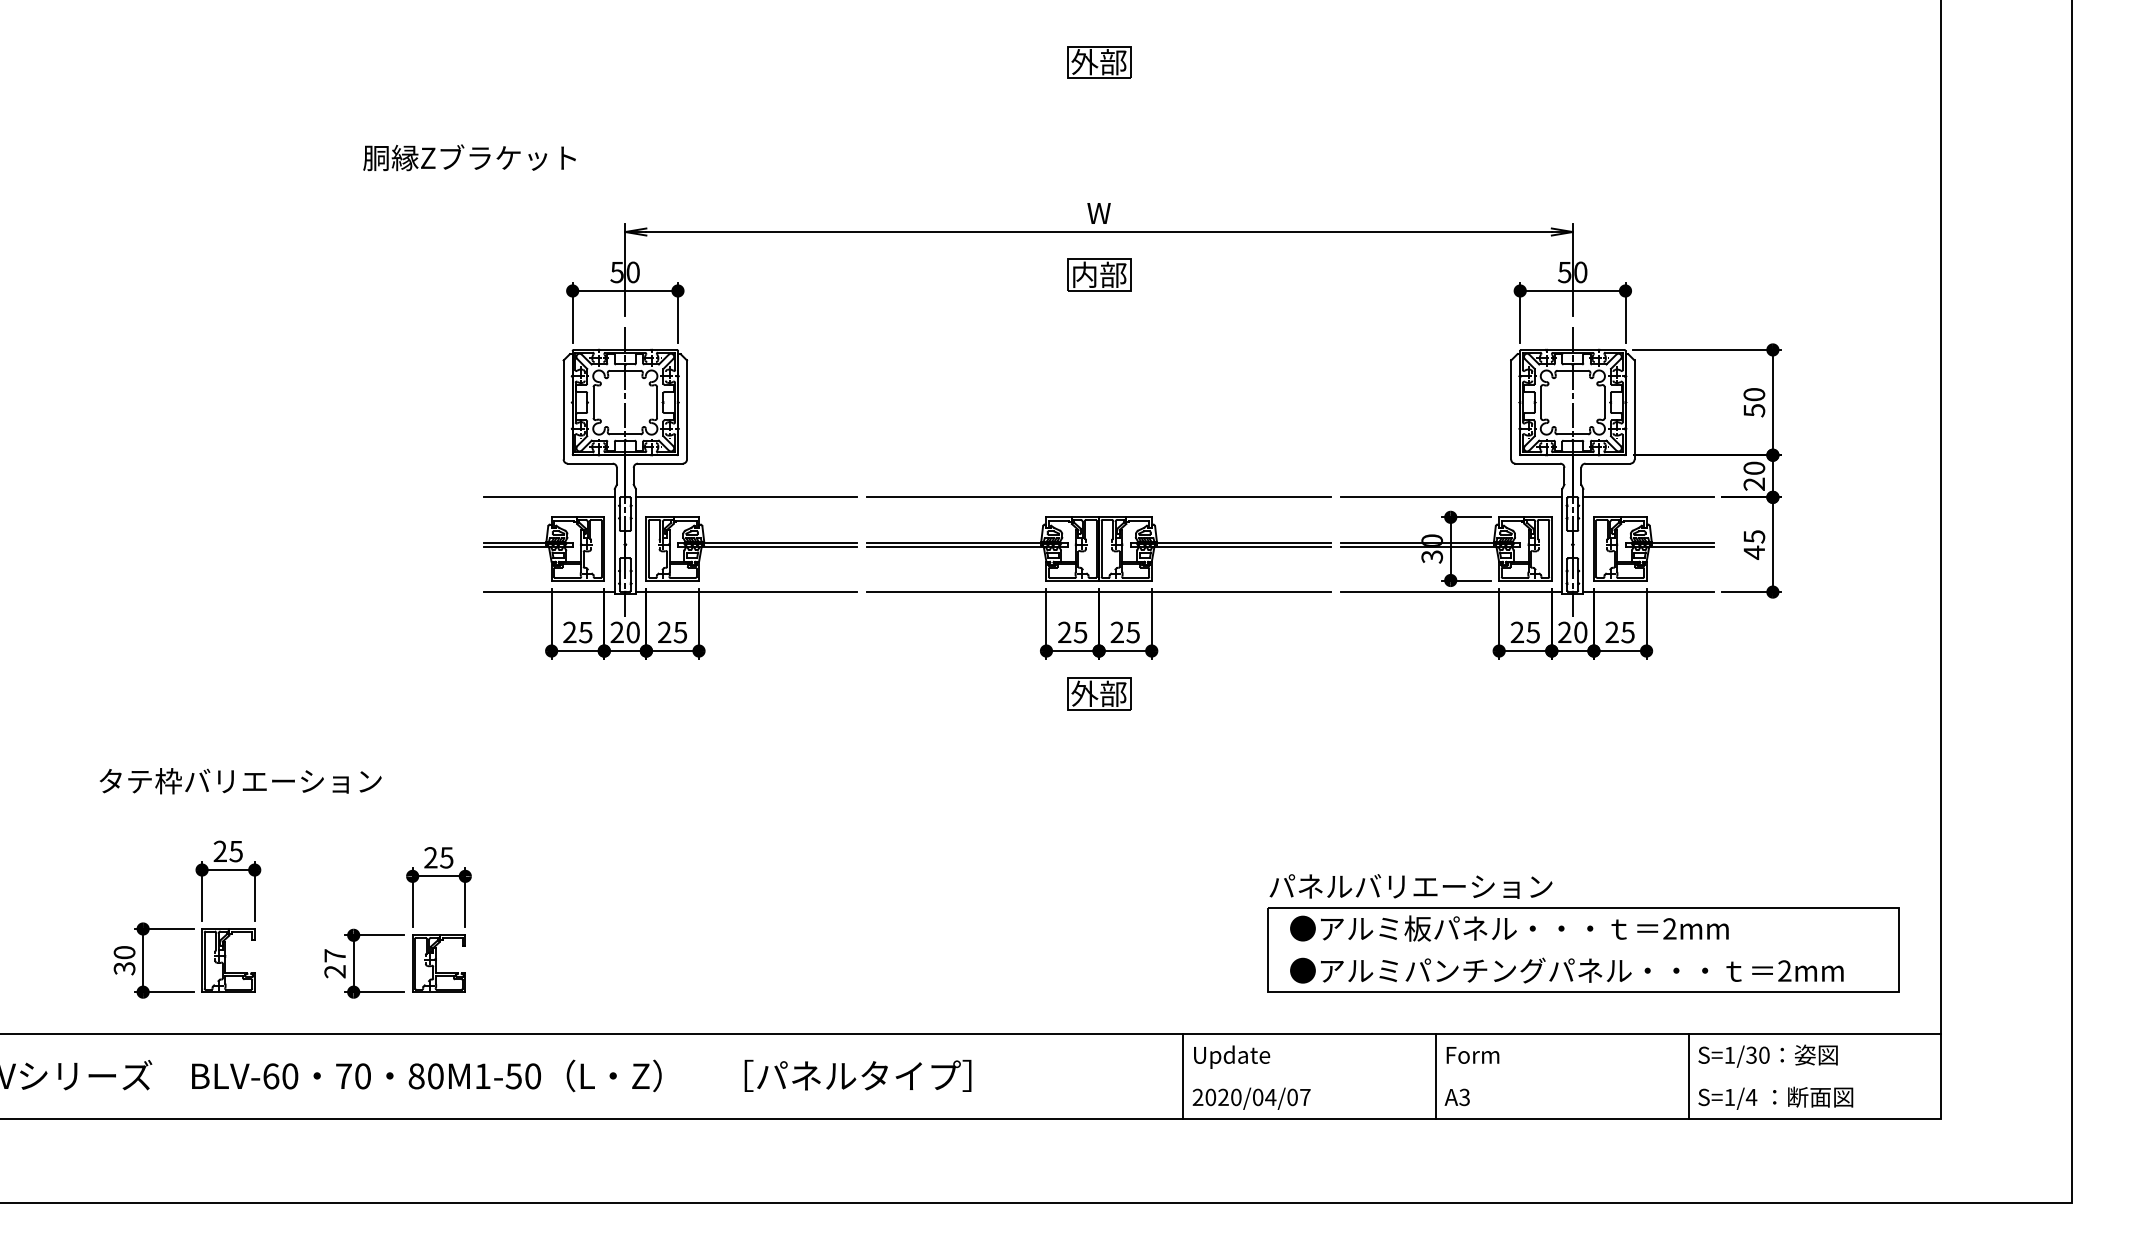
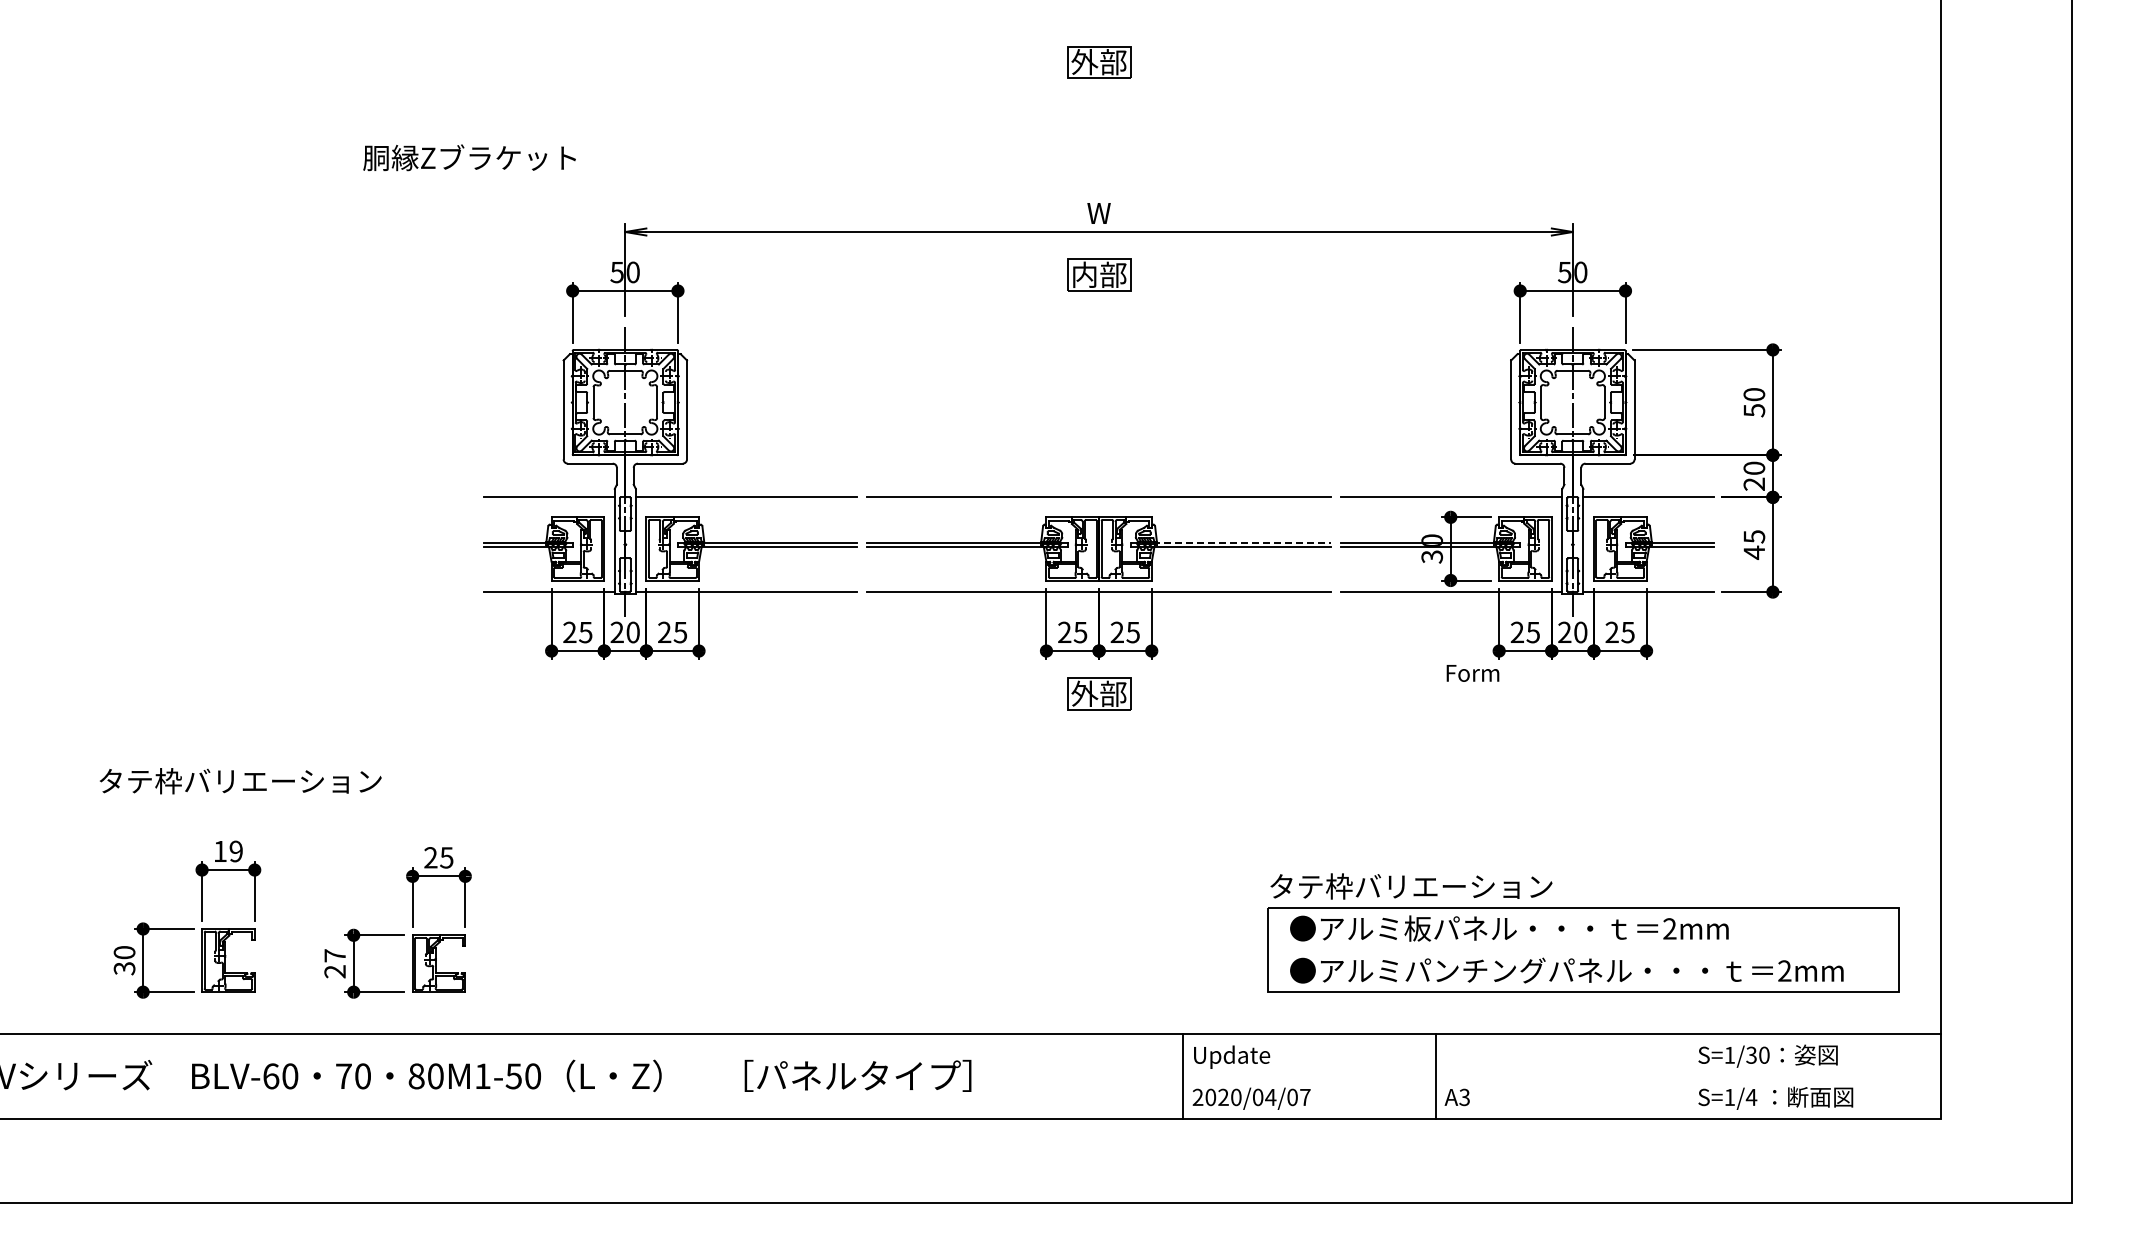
line at (1231, 542): solid -> dashed
text at (227, 851): 25 -> 19
text at (1310, 886): パネルバリエーション -> タテ枠バリエーション
text at (1472, 1055) position: (1472, 1055) -> (1472, 673)
line at (1688, 1076): present -> none
